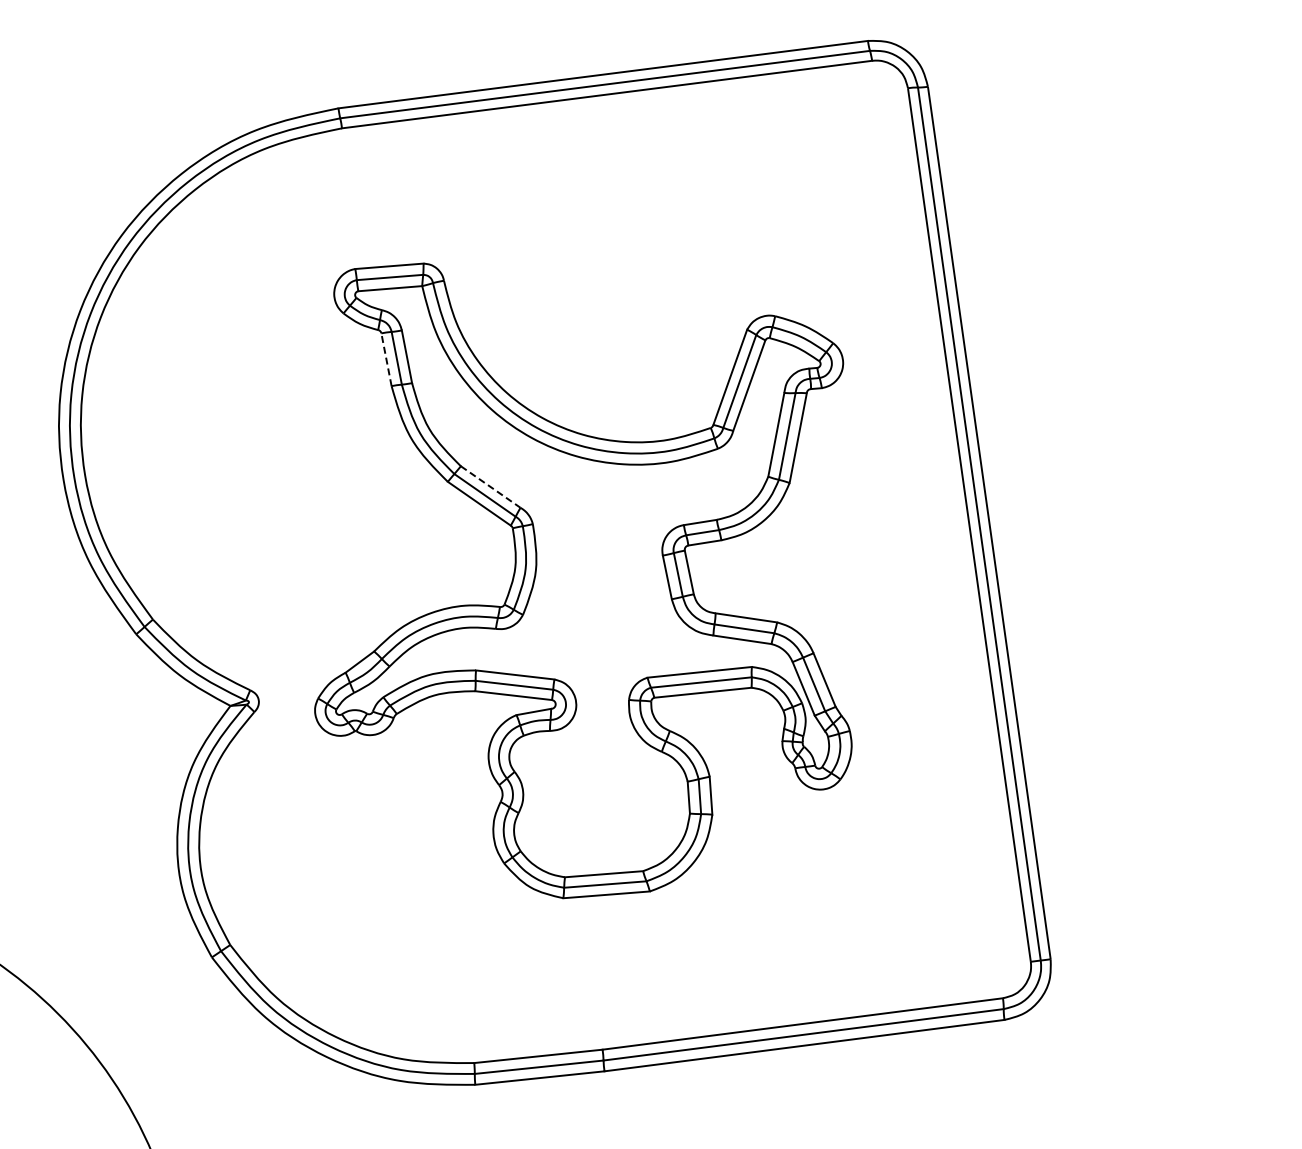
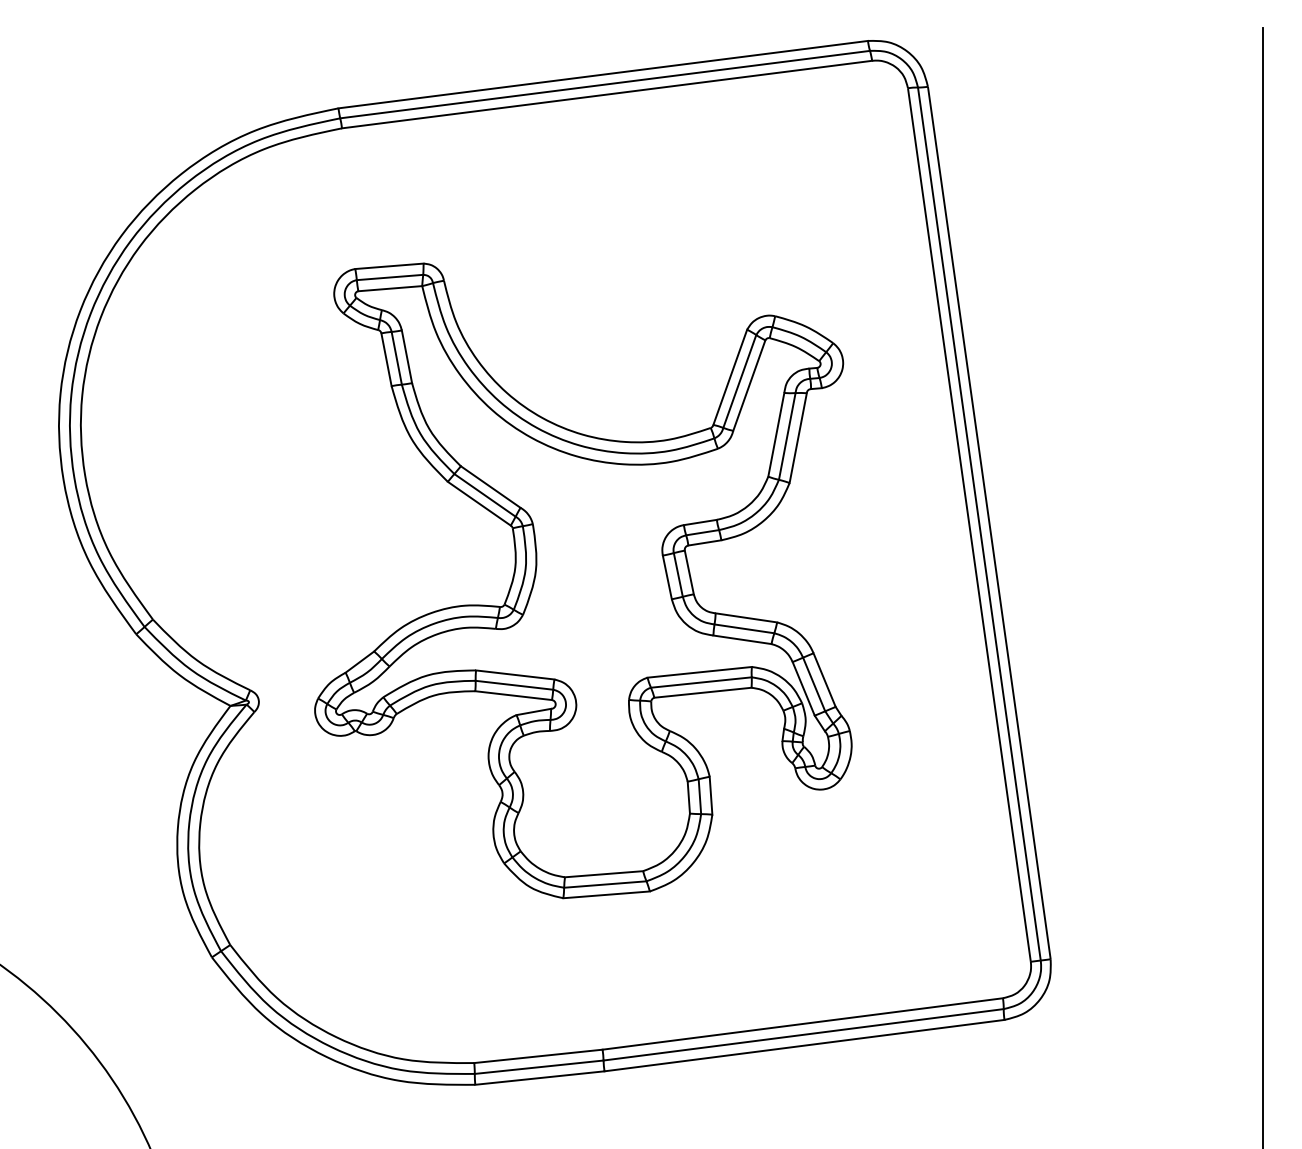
line at (386, 359): dashed -> solid
line at (491, 487): dashed -> solid
line at (1262, 586): none -> present
